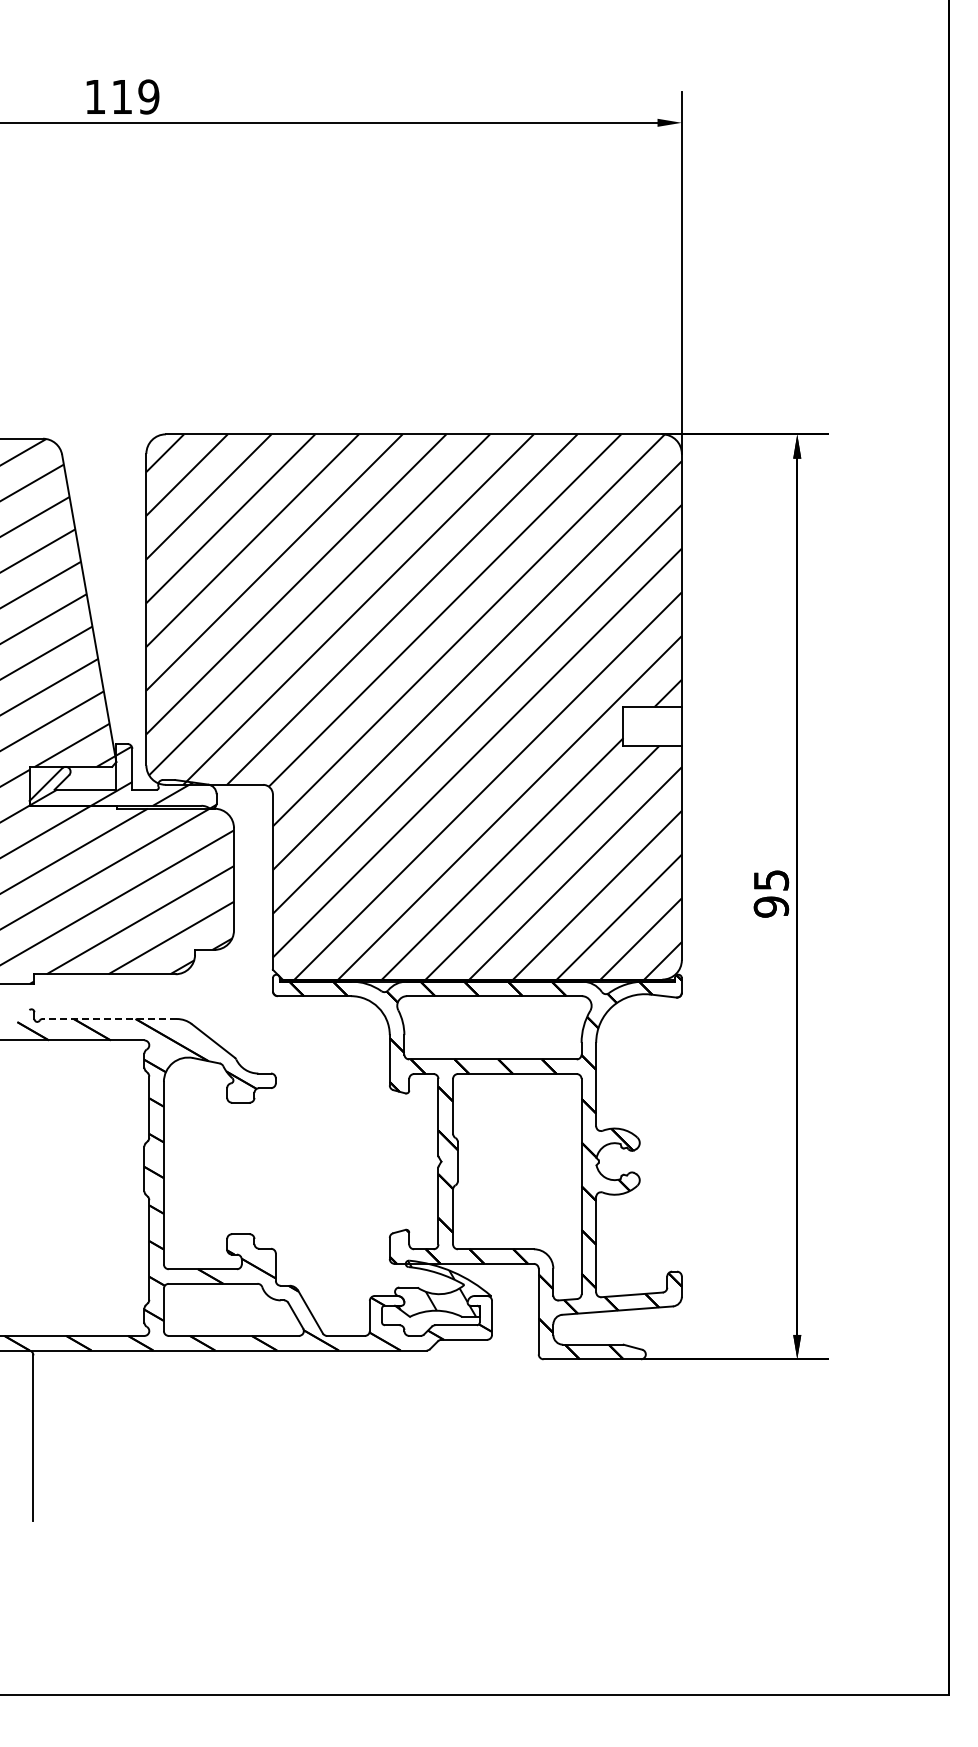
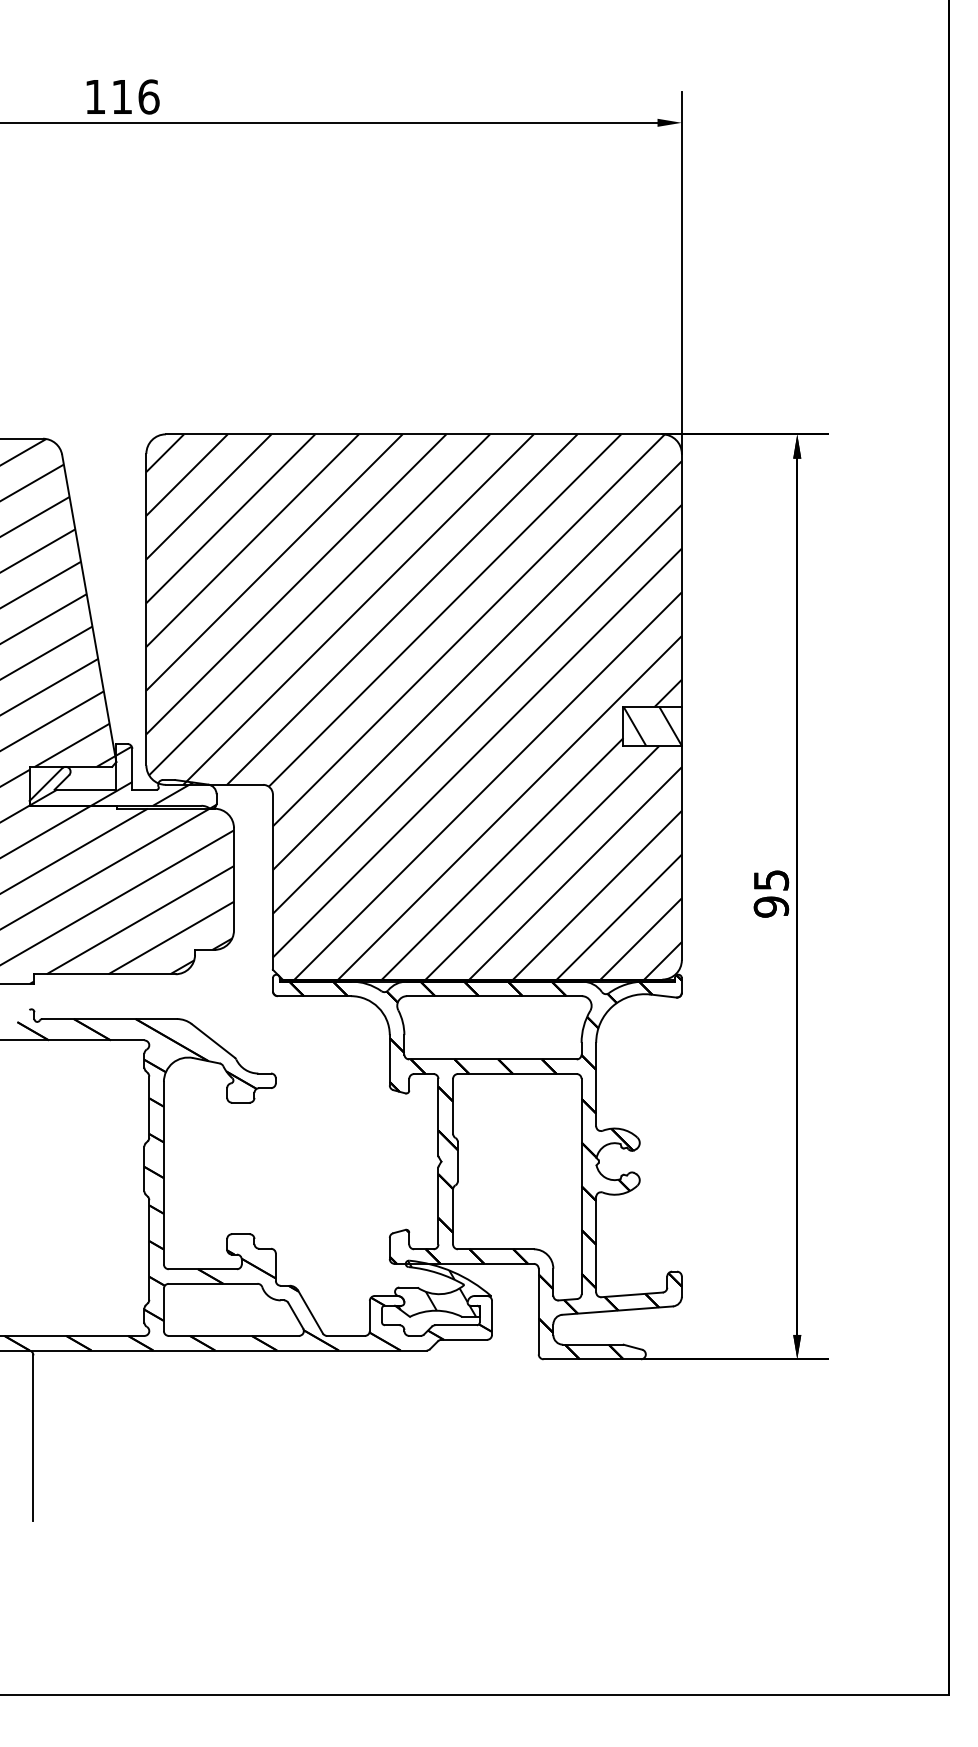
text at (148, 96): 119 -> 116
hatch at (652, 725): none -> present
line at (109, 1019): dashed -> solid
